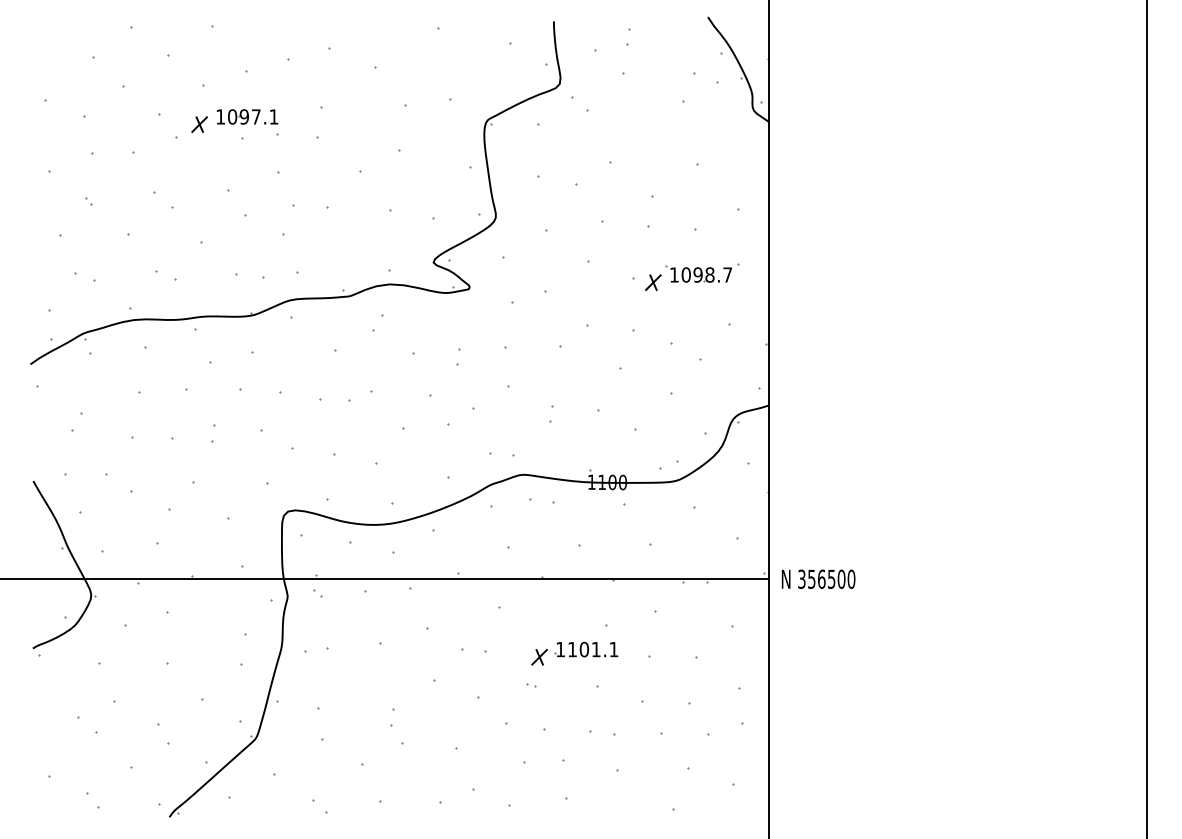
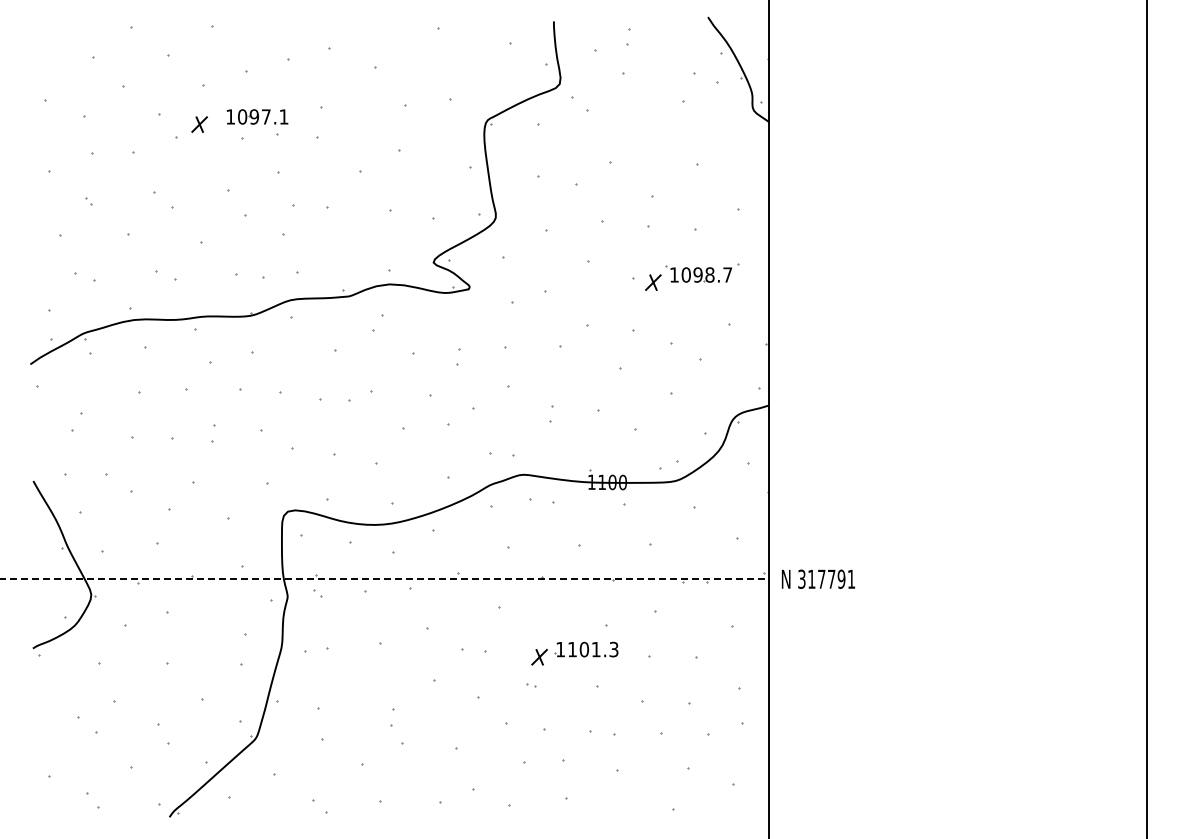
part at (247, 116) position: (247, 116) -> (257, 116)
text at (831, 578): 356500 -> 317791
line at (385, 579): solid -> dashed
text at (613, 649): 1101.1 -> 1101.3
